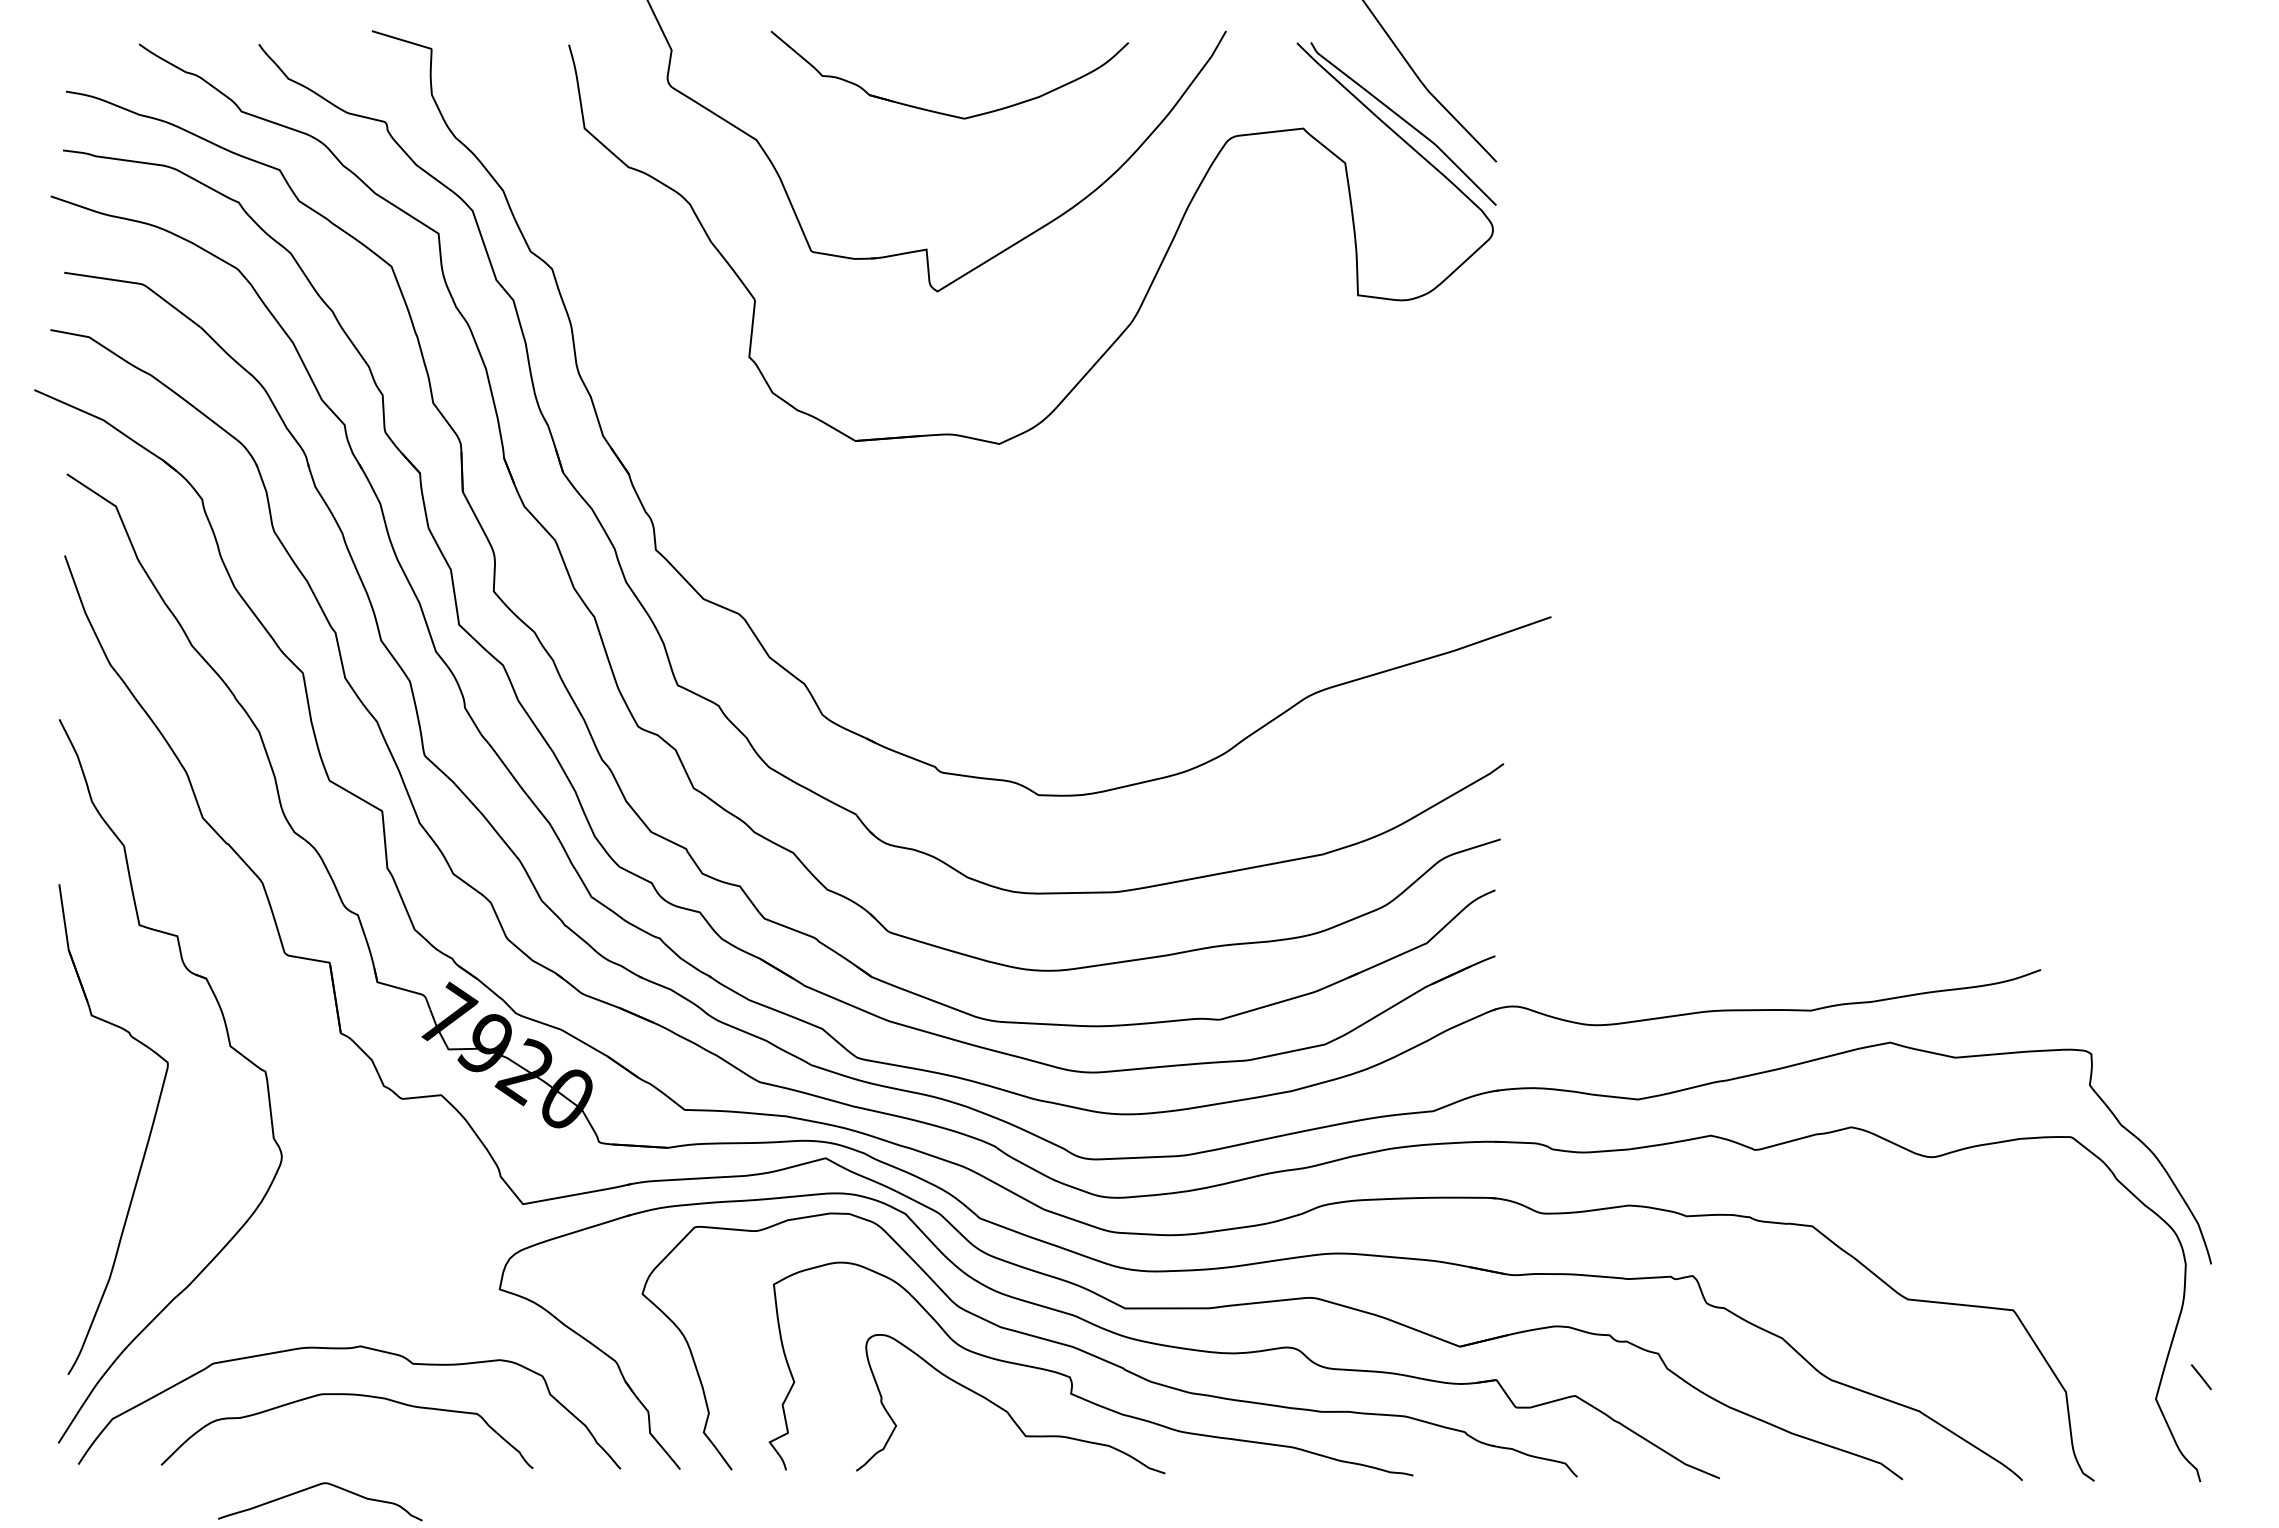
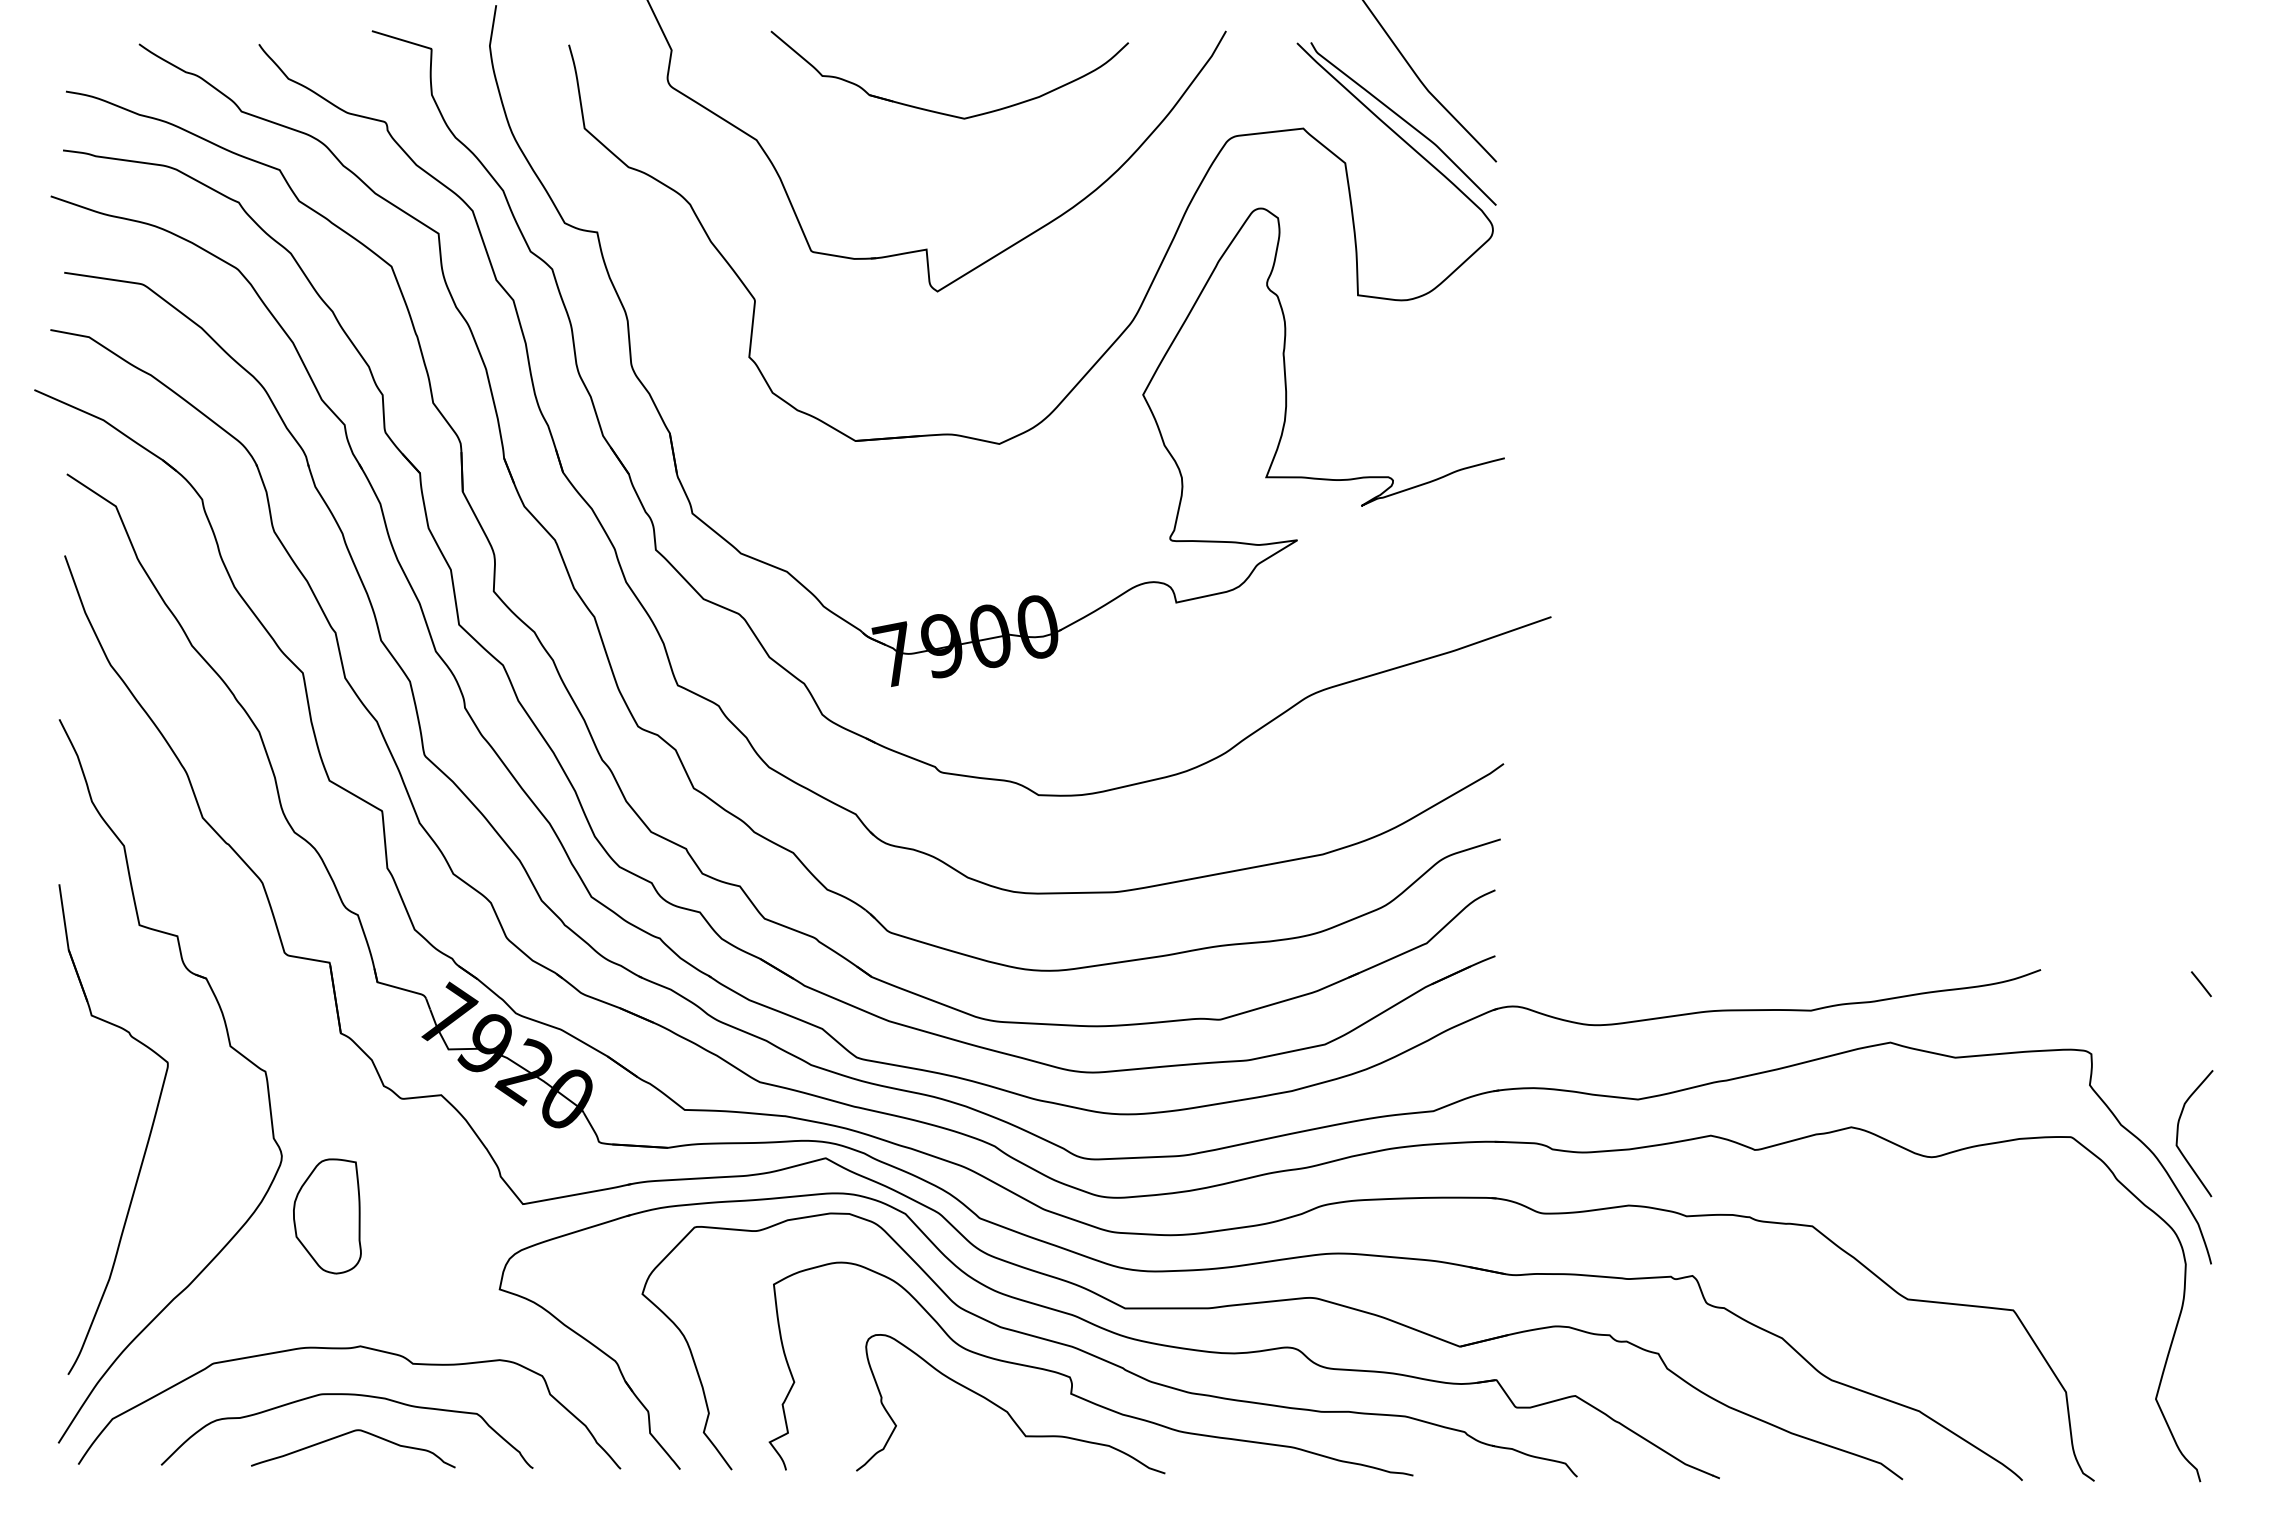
part at (1142, 393): none -> present
curve at (2178, 1133): none -> present
part at (327, 1216): none -> present
line at (2200, 1377) position: (2200, 1377) -> (2200, 984)
curve at (314, 1487) position: (314, 1487) -> (347, 1434)
